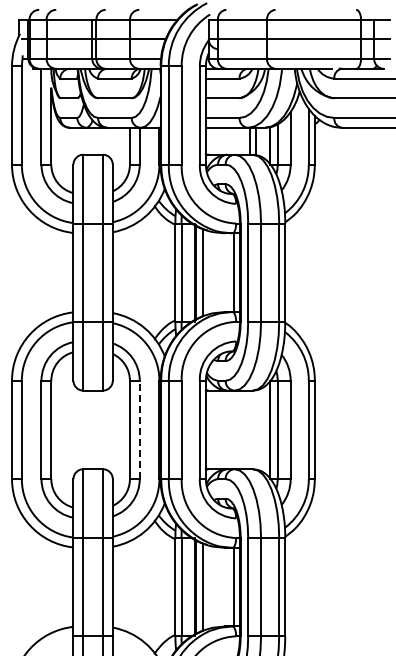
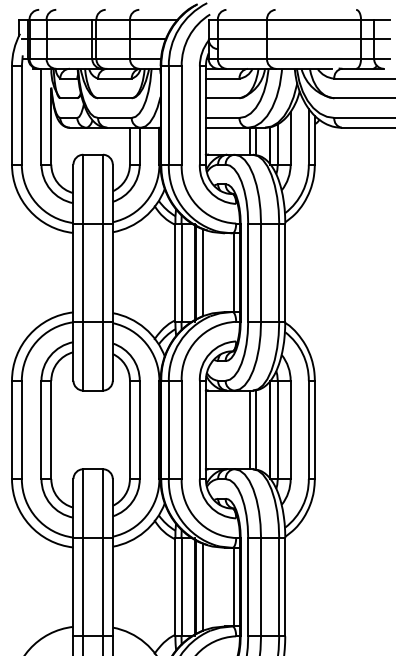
line at (139, 429): dashed -> solid
line at (250, 429): none -> present
line at (256, 429): none -> present
